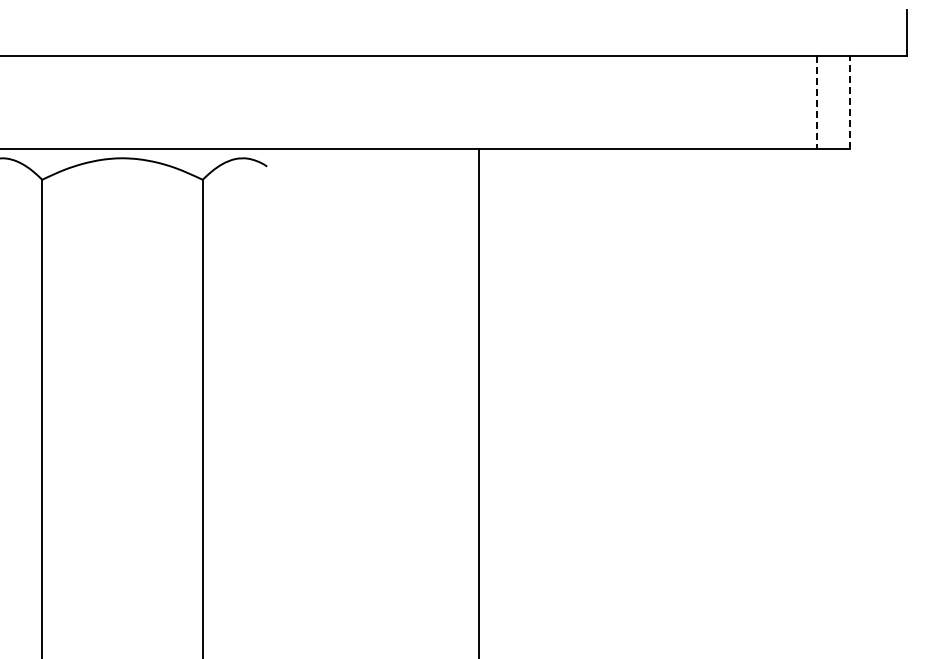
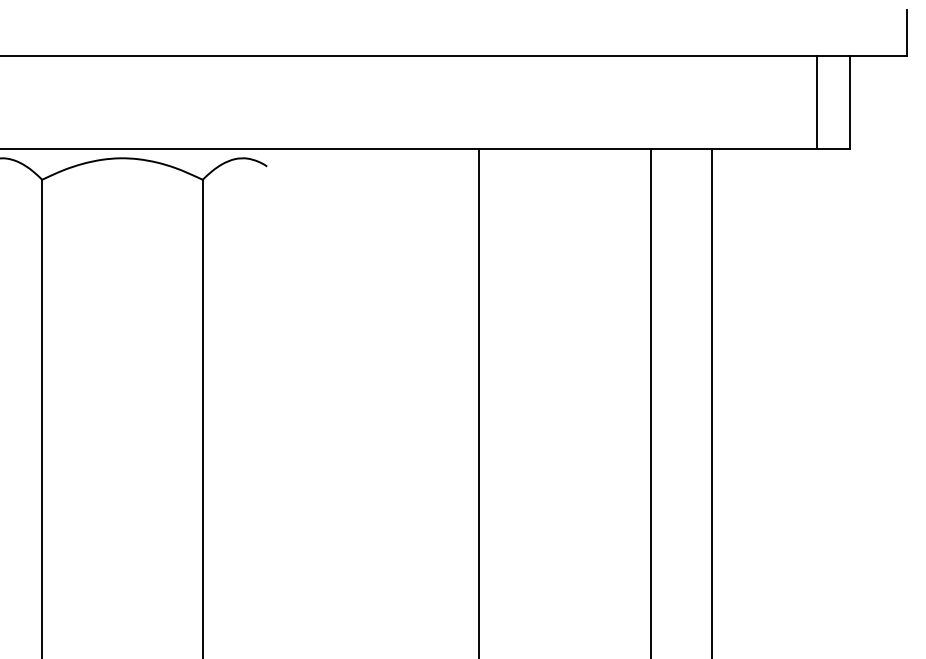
line at (849, 102): dashed -> solid
line at (816, 103): dashed -> solid
line at (650, 401): none -> present
line at (712, 401): none -> present
